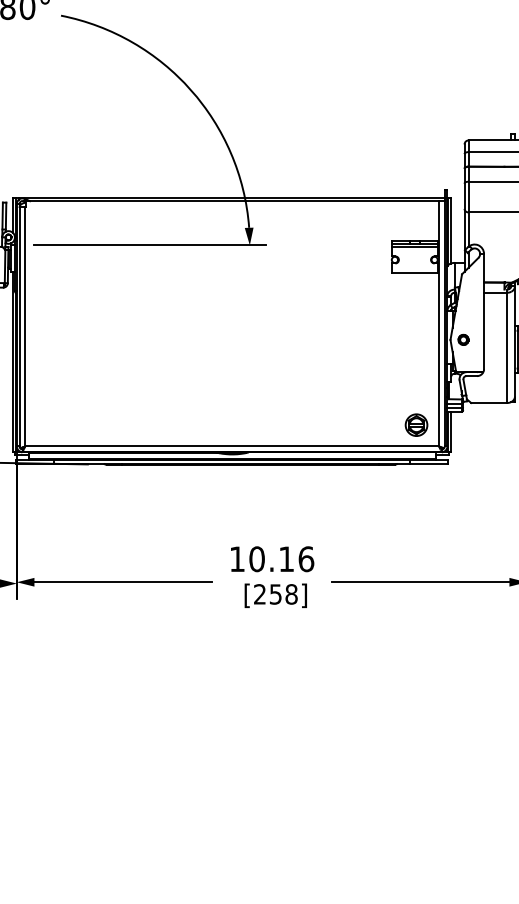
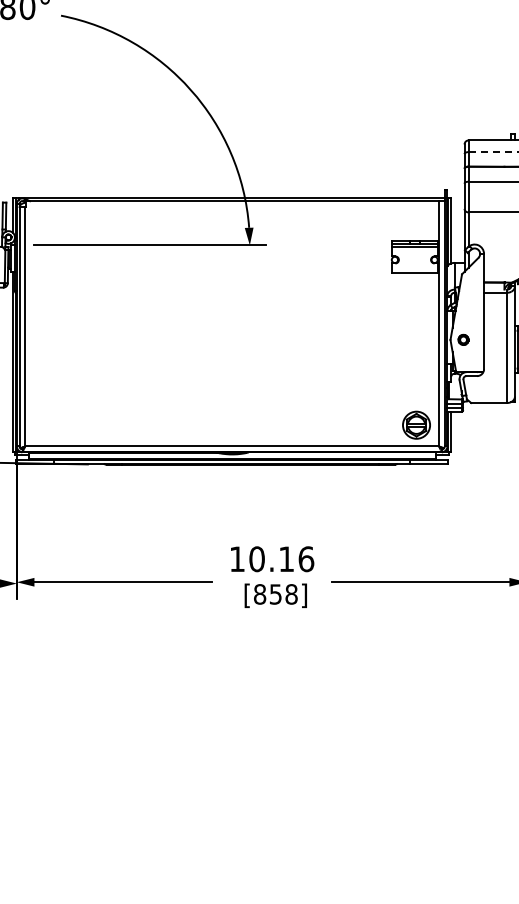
line at (493, 152): solid -> dashed
part at (416, 424) size: 25x24 px -> 29x30 px
text at (260, 594): [258] -> [858]
